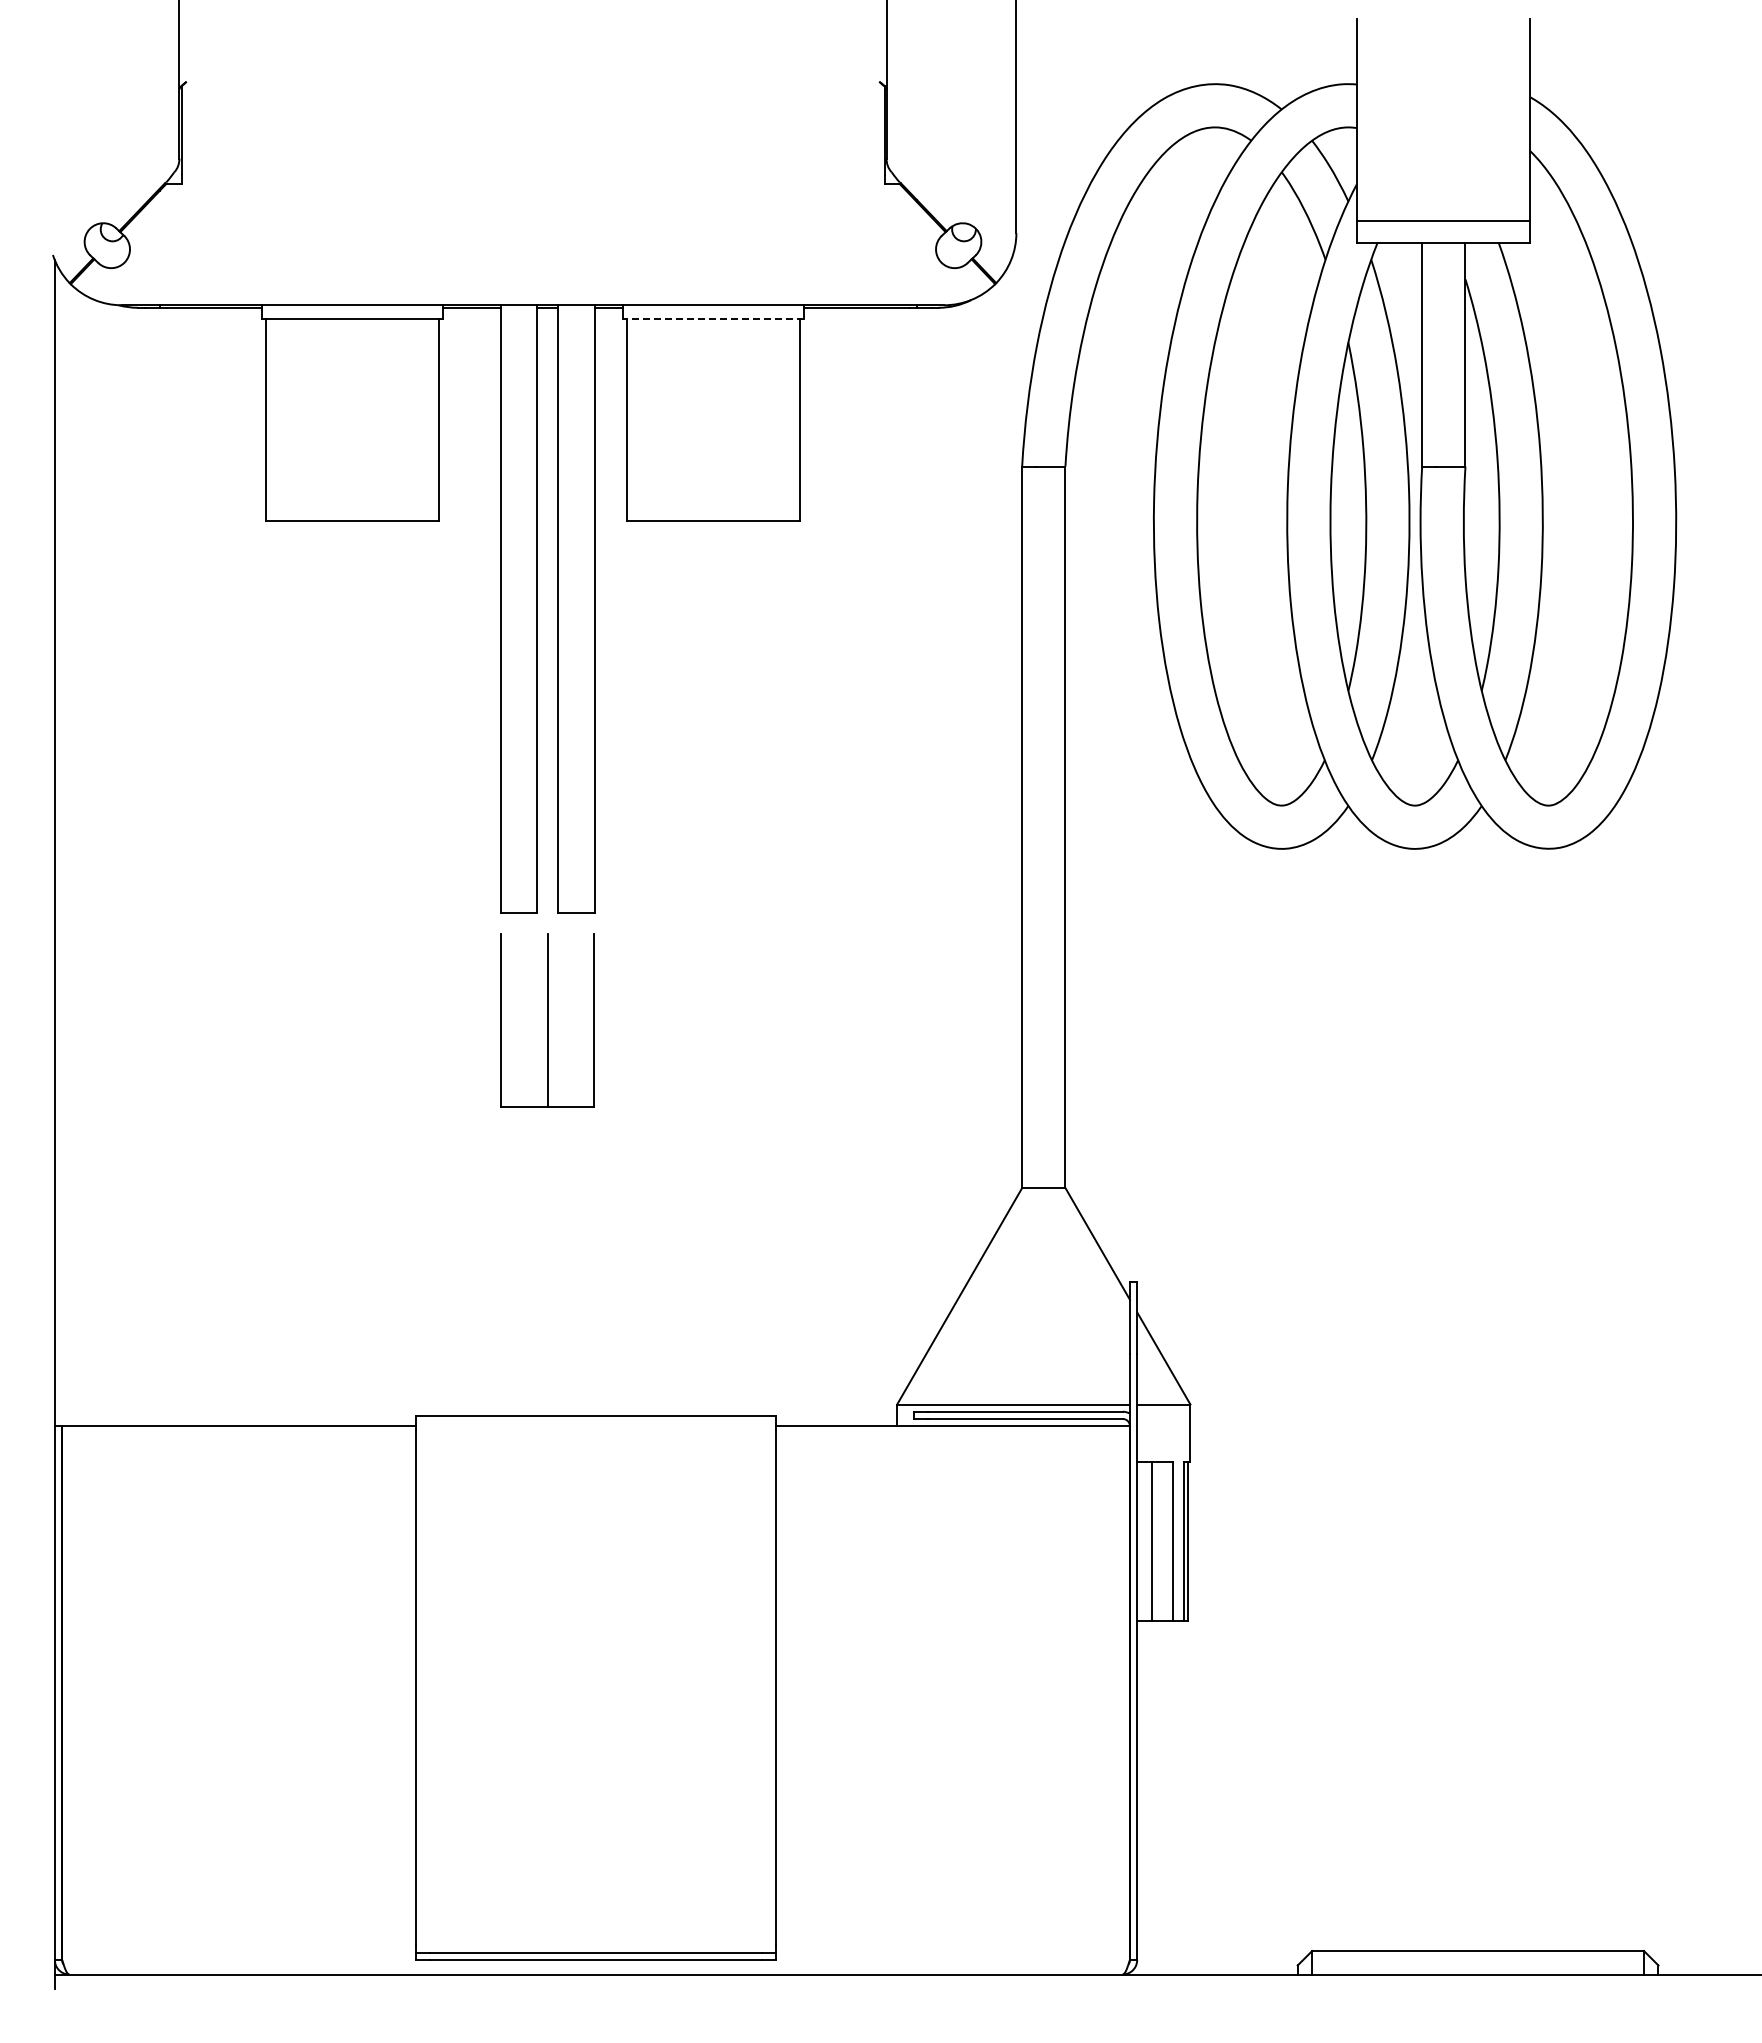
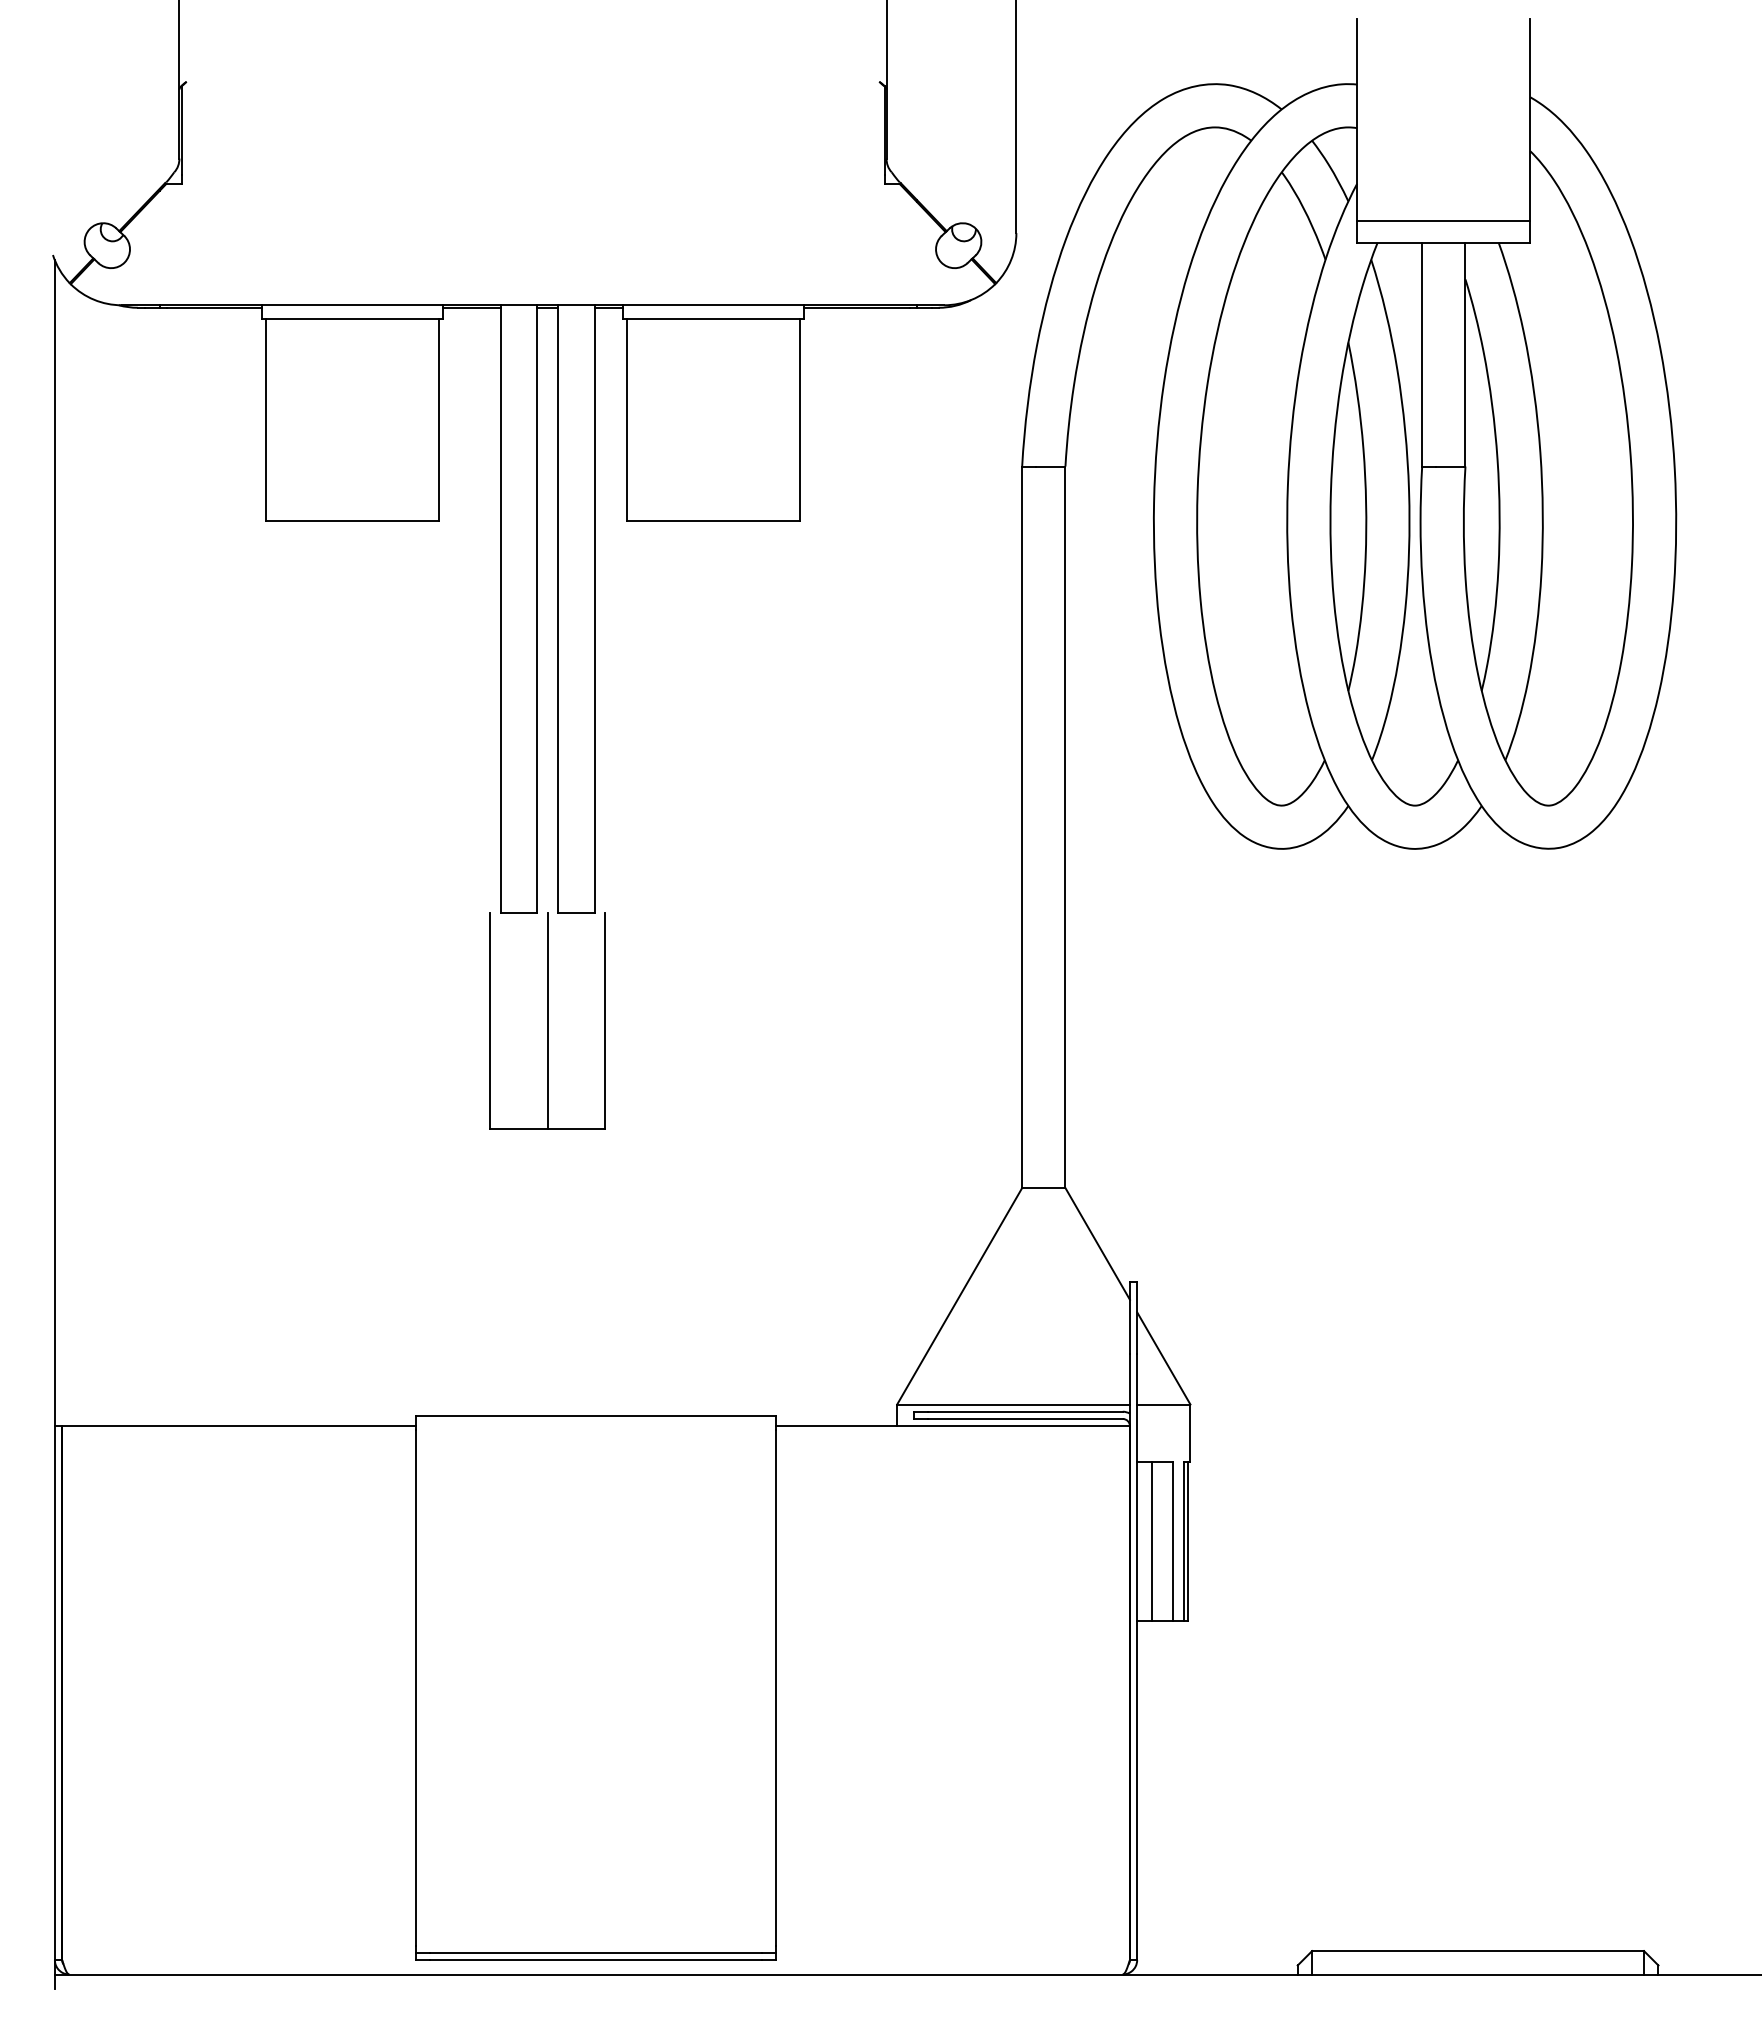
line at (712, 319): dashed -> solid
part at (547, 1020) size: 95x175 px -> 117x218 px
